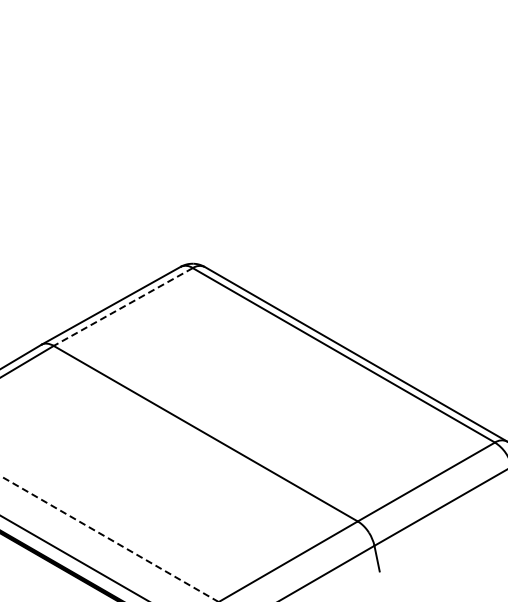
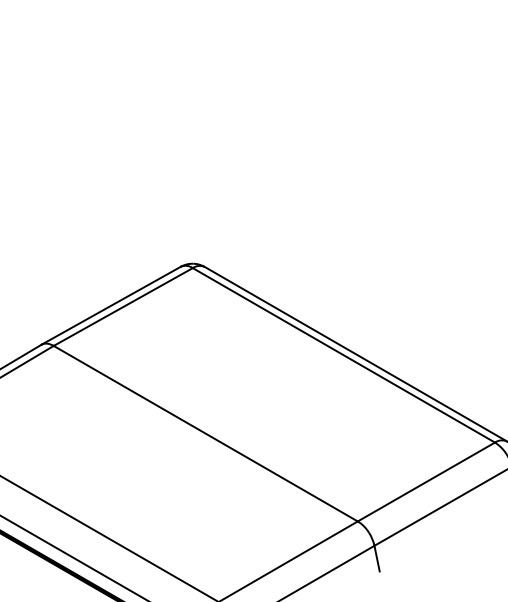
line at (123, 307): dashed -> solid
line at (108, 538): dashed -> solid
